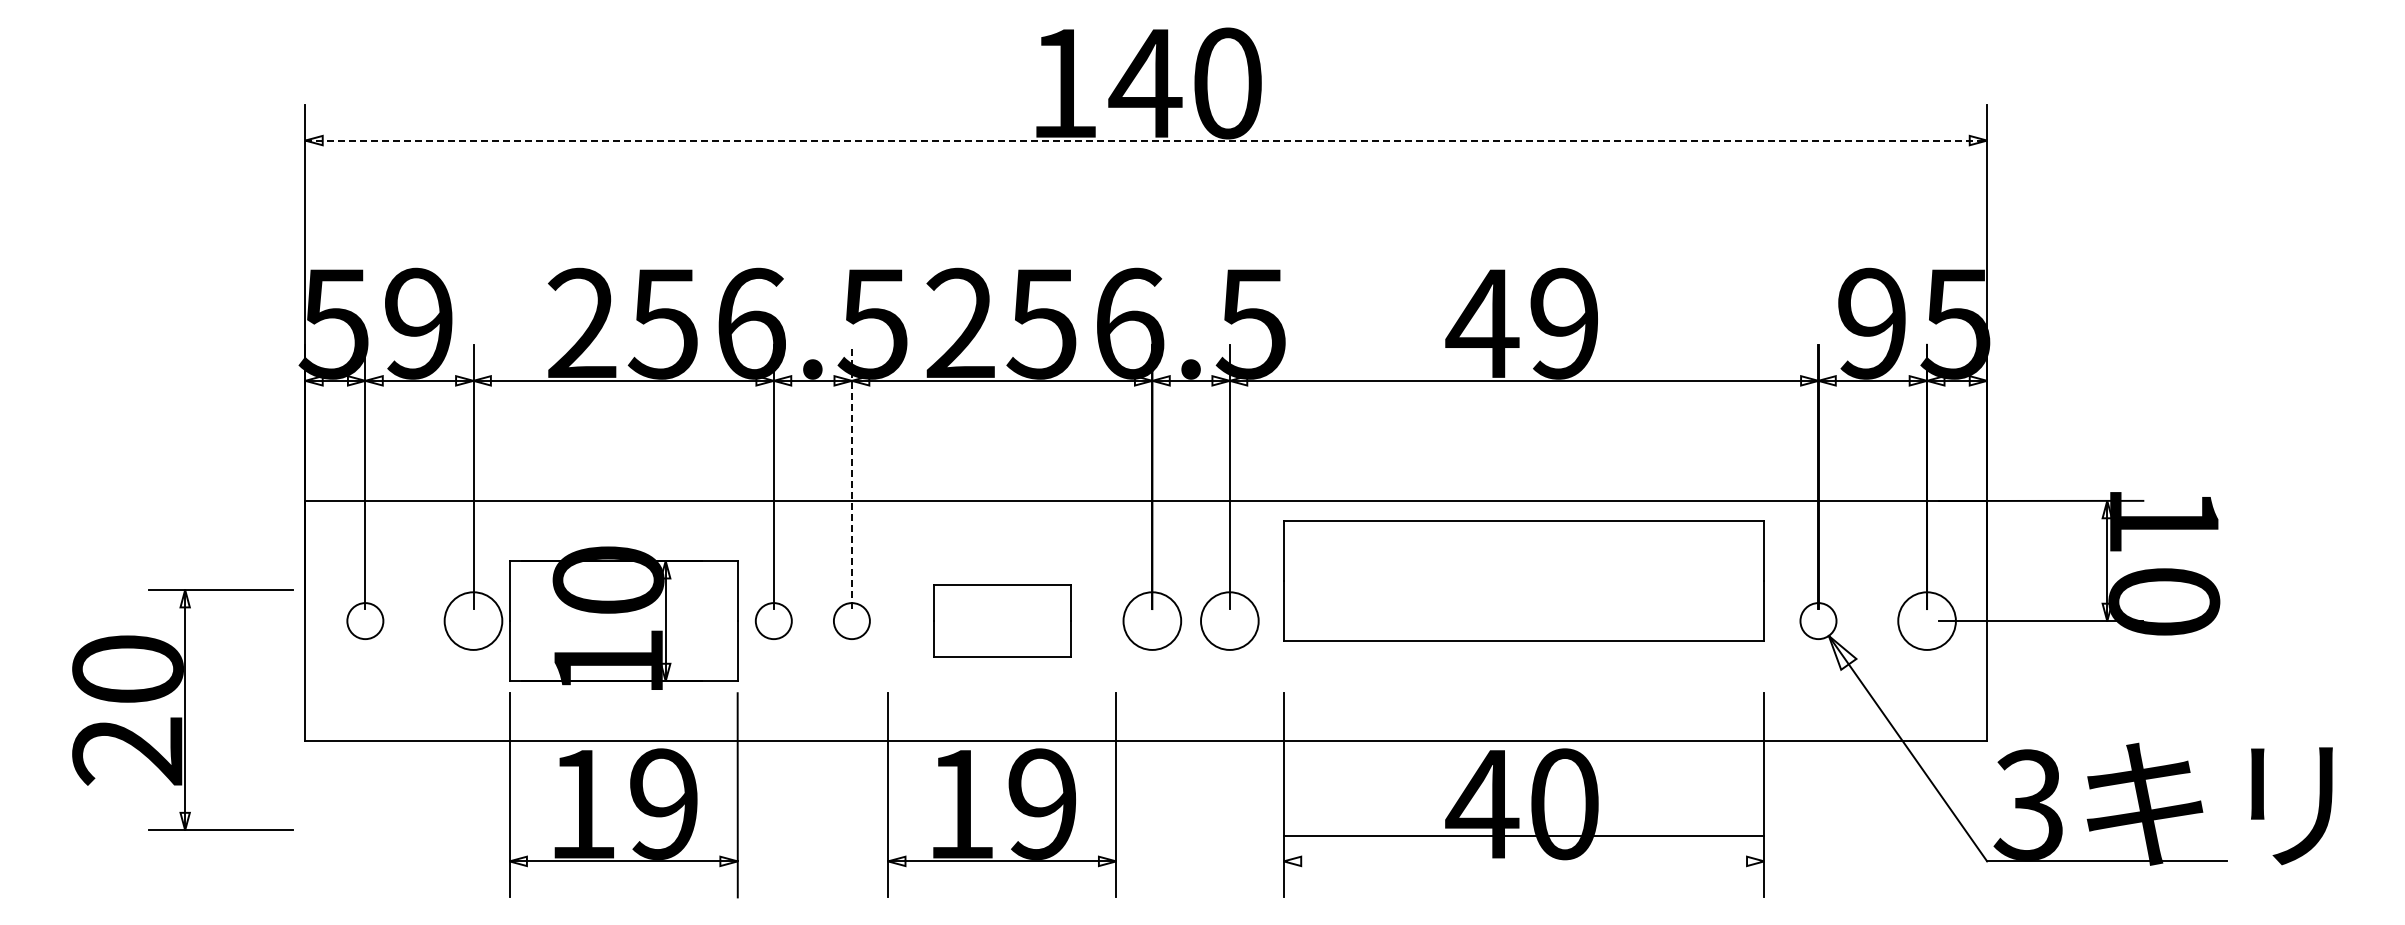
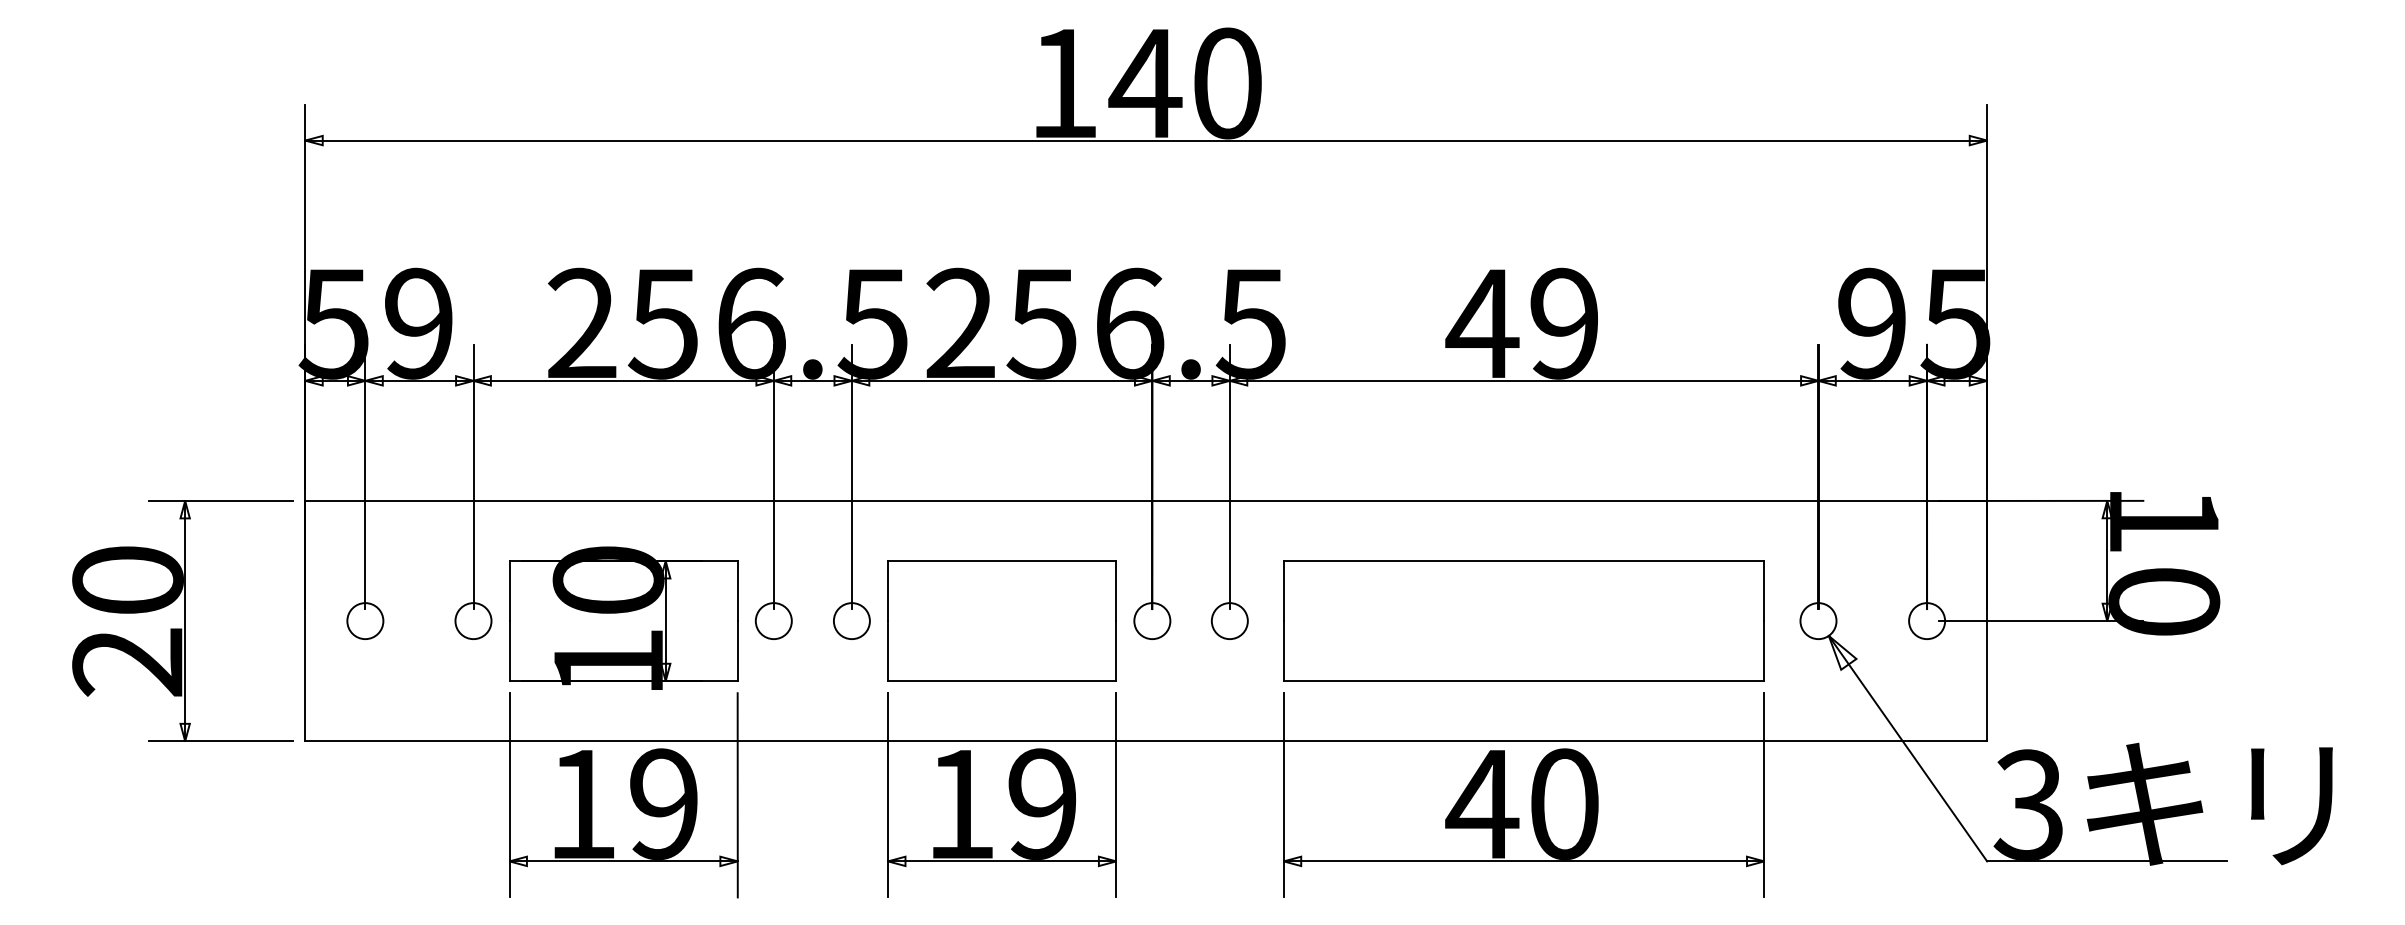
line at (1146, 140): dashed -> solid
line at (851, 476): dashed -> solid
part at (1523, 580) position: (1523, 580) -> (1523, 620)
circle at (473, 620) diameter: 58 px -> 36 px
part at (1002, 620) size: 139x74 px -> 230x122 px
circle at (1152, 620) diameter: 58 px -> 36 px
circle at (1229, 620) diameter: 58 px -> 36 px
circle at (1926, 620) diameter: 58 px -> 36 px
part at (182, 709) position: (182, 709) -> (182, 620)
line at (1523, 836) position: (1523, 836) -> (1523, 861)
